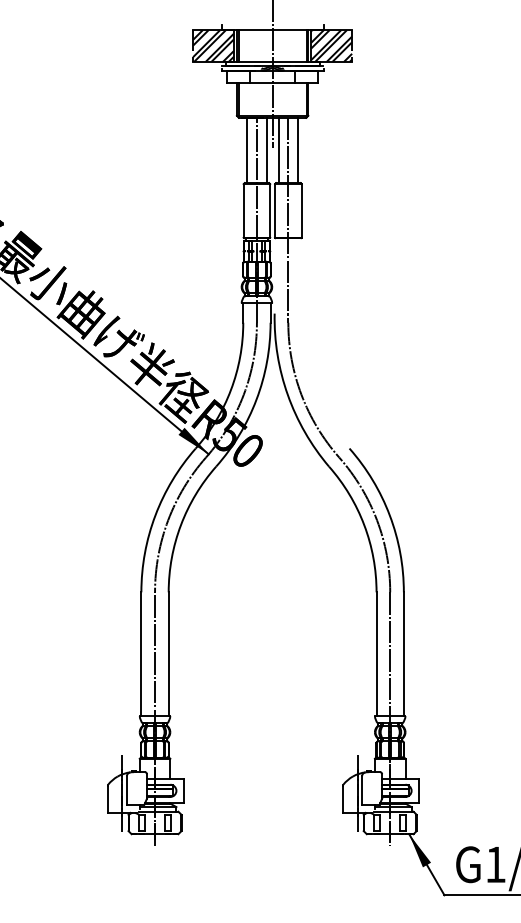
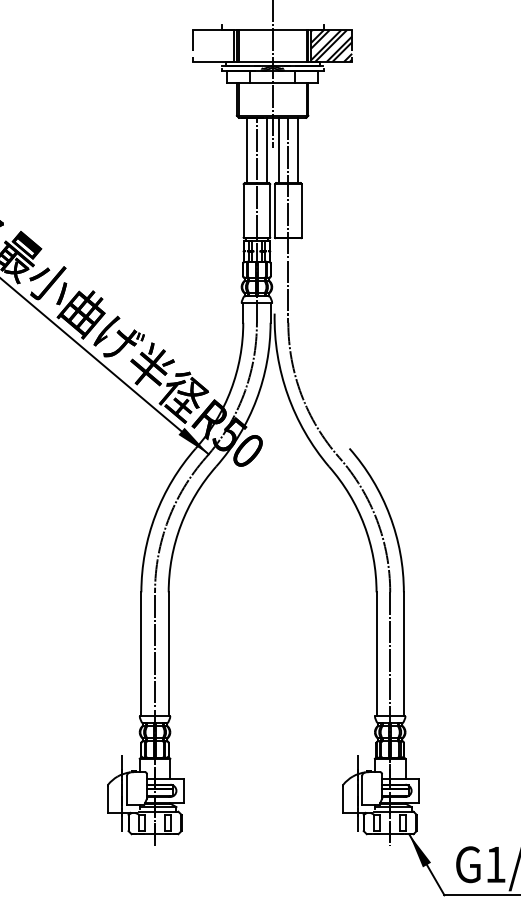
hatch at (213, 45): present -> none
